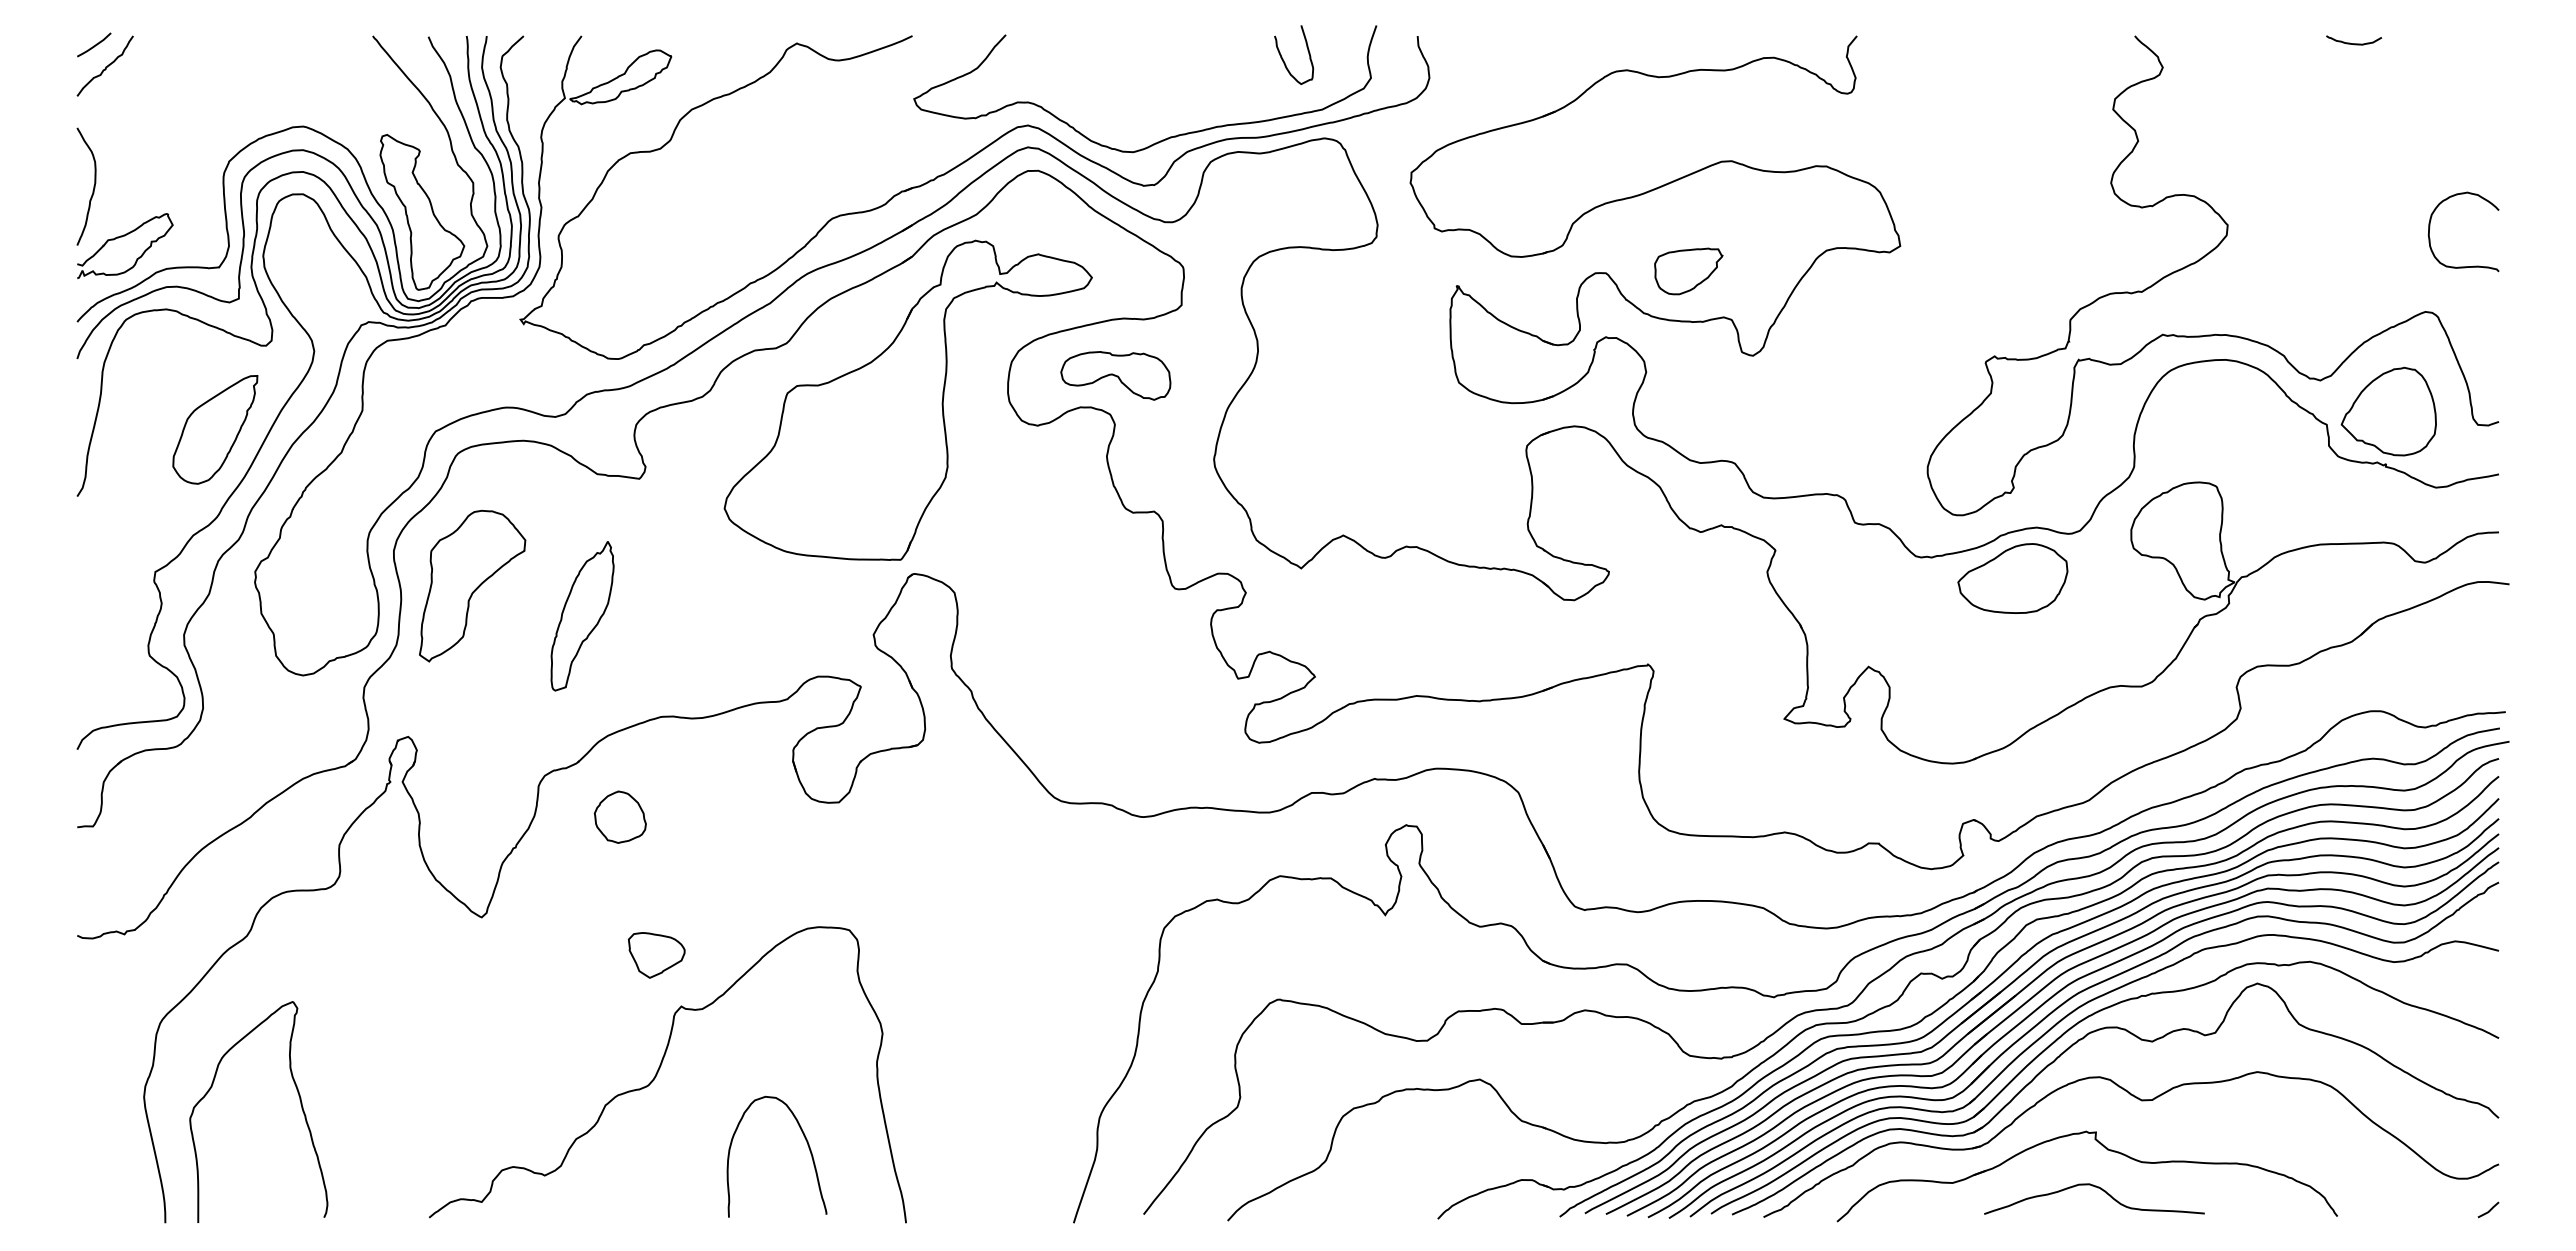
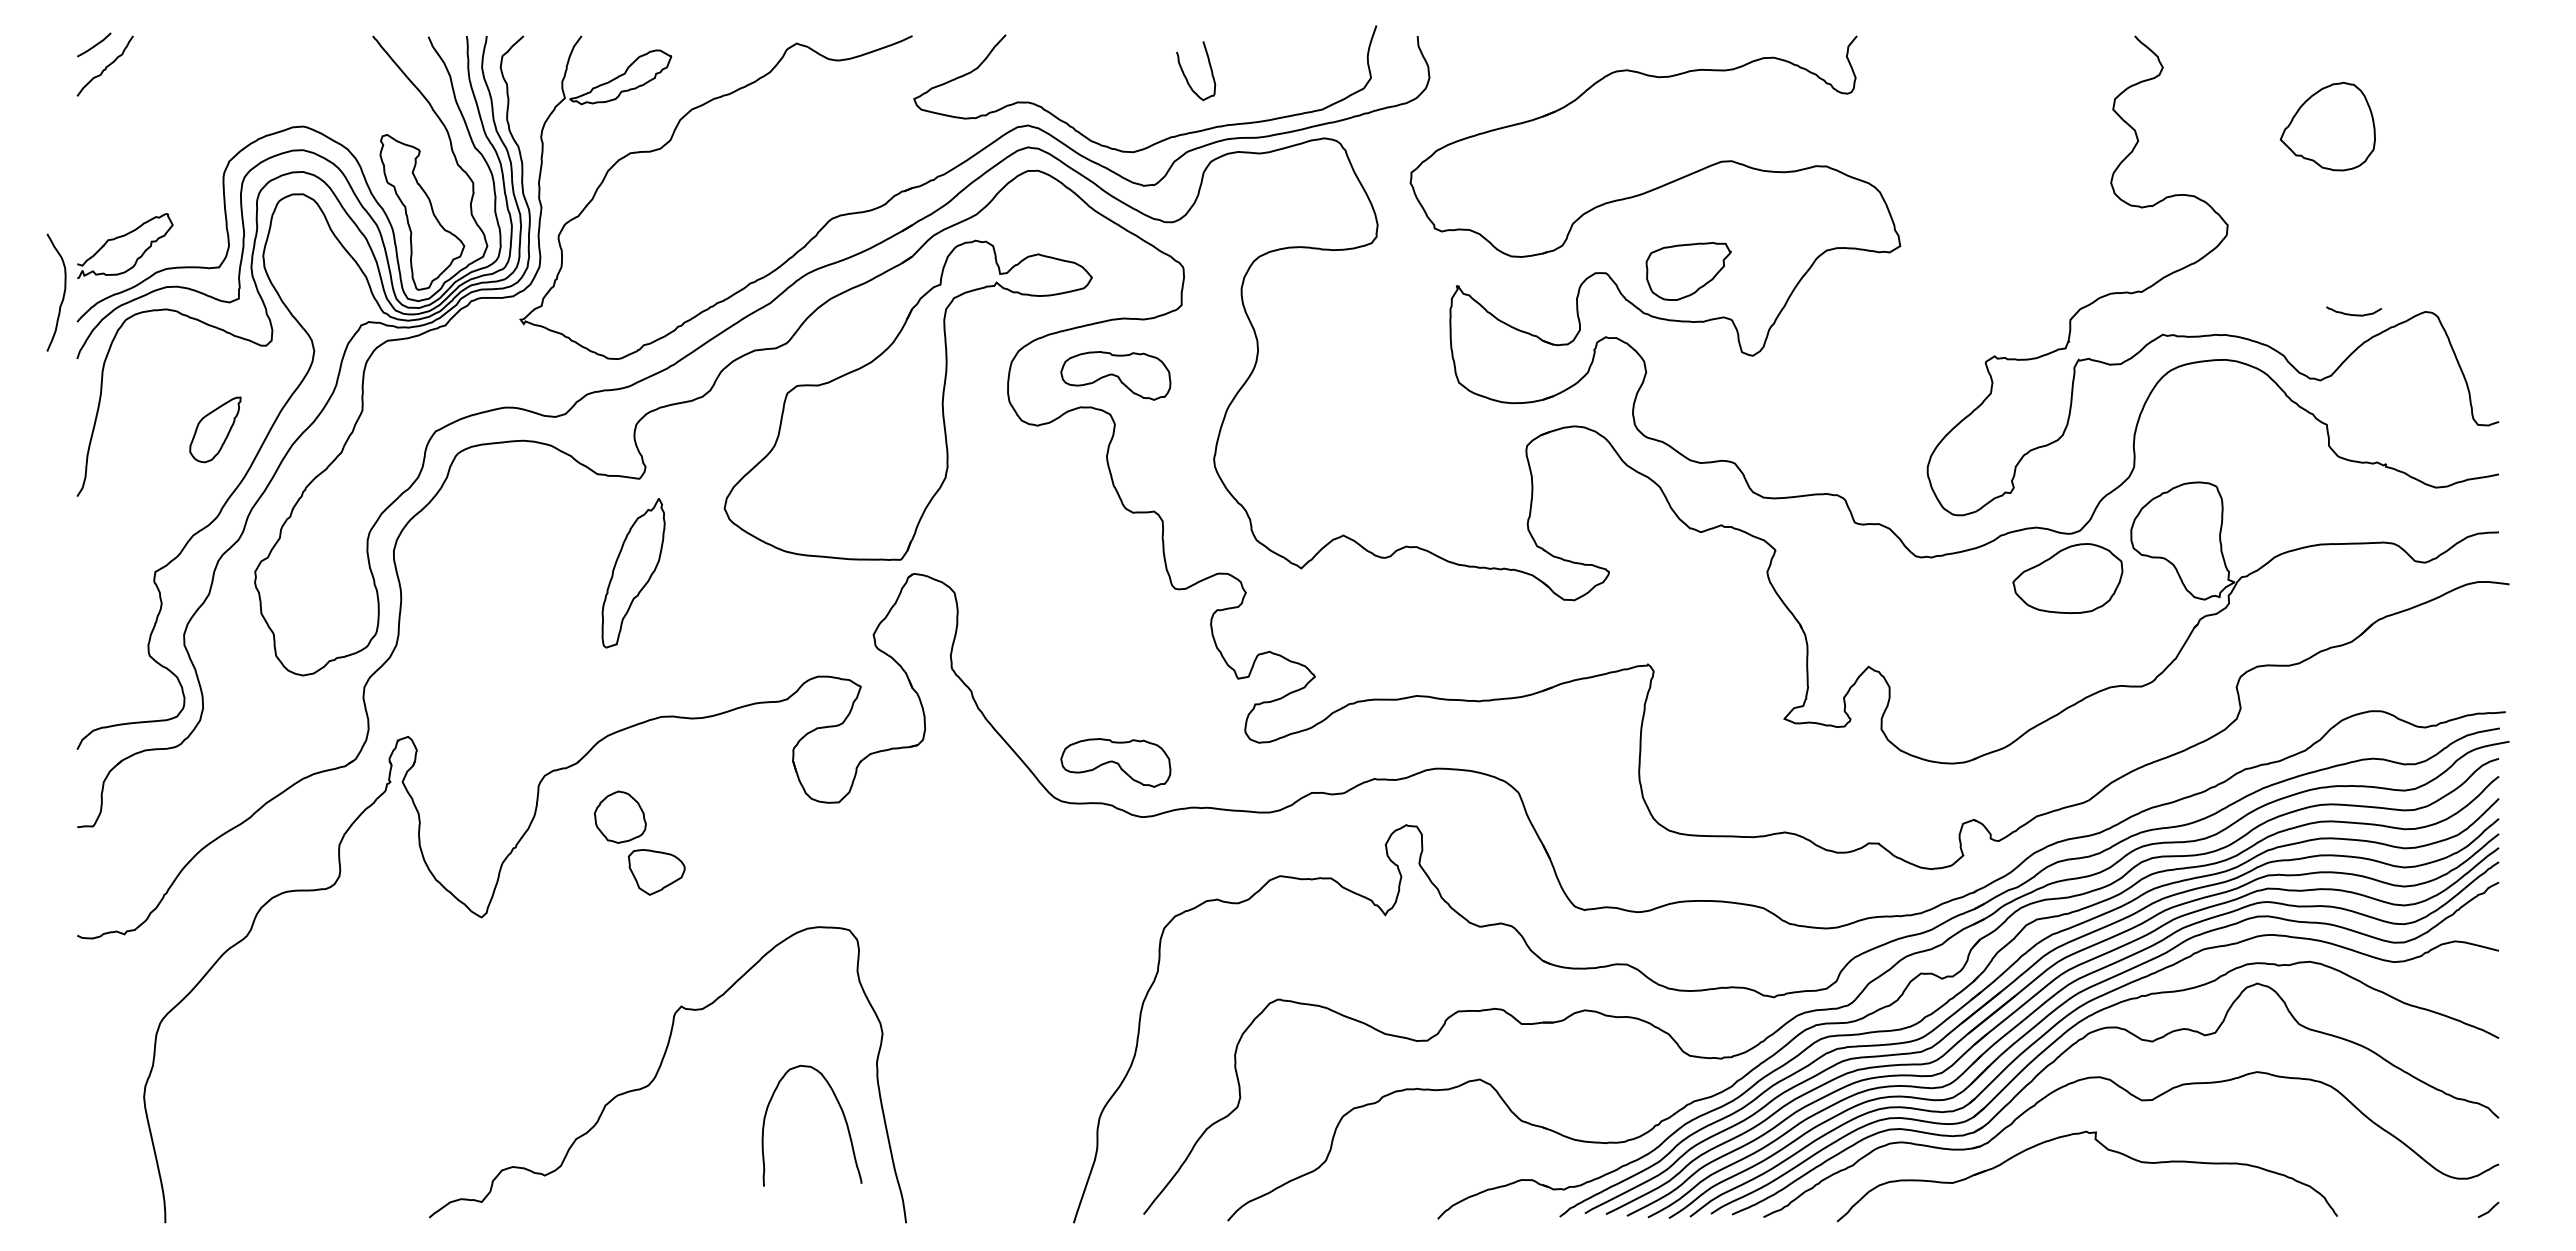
curve at (2354, 43) position: (2354, 43) -> (2354, 314)
curve at (1284, 60) position: (1284, 60) -> (1186, 76)
curve at (93, 186) position: (93, 186) -> (63, 292)
curve at (2430, 227): present -> none
part at (1688, 271) size: 70x49 px -> 87x59 px
part at (2388, 411) position: (2388, 411) -> (2327, 126)
part at (215, 429) size: 87x110 px -> 53x68 px
part at (2012, 578) position: (2012, 578) -> (2067, 578)
part at (472, 585): present -> none
part at (582, 616) position: (582, 616) -> (633, 573)
part at (1115, 762): none -> present
part at (656, 955) position: (656, 955) -> (656, 872)
curve at (299, 1100): present -> none
curve at (807, 1145) position: (807, 1145) -> (842, 1114)
curve at (2097, 1188): present -> none
